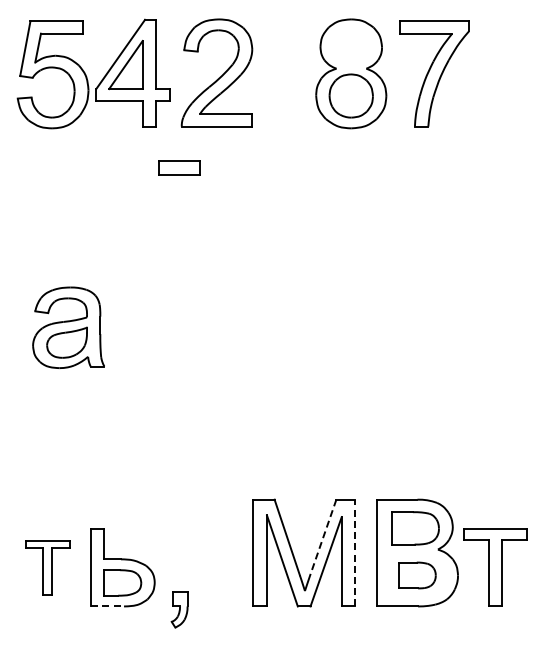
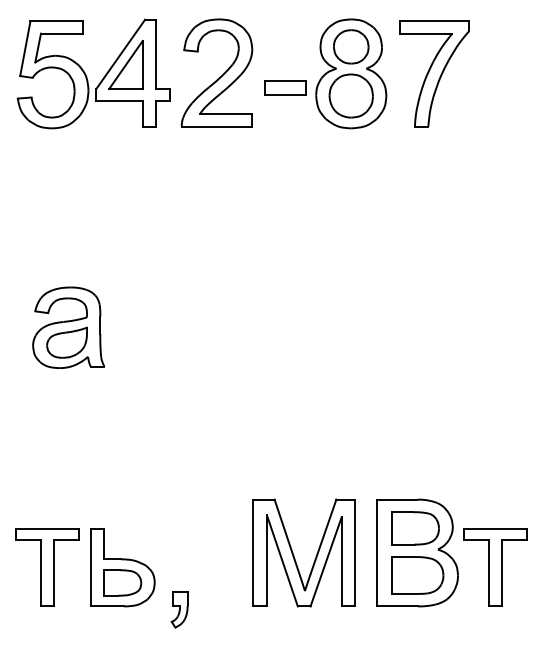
part at (351, 46): none -> present
part at (179, 167) position: (179, 167) -> (285, 87)
line at (323, 537): dashed -> solid
line at (355, 552): dashed -> solid
part at (47, 567) size: 46x56 px -> 65x79 px
part at (417, 575) size: 39x29 px -> 54x39 px
line at (108, 606): dashed -> solid
